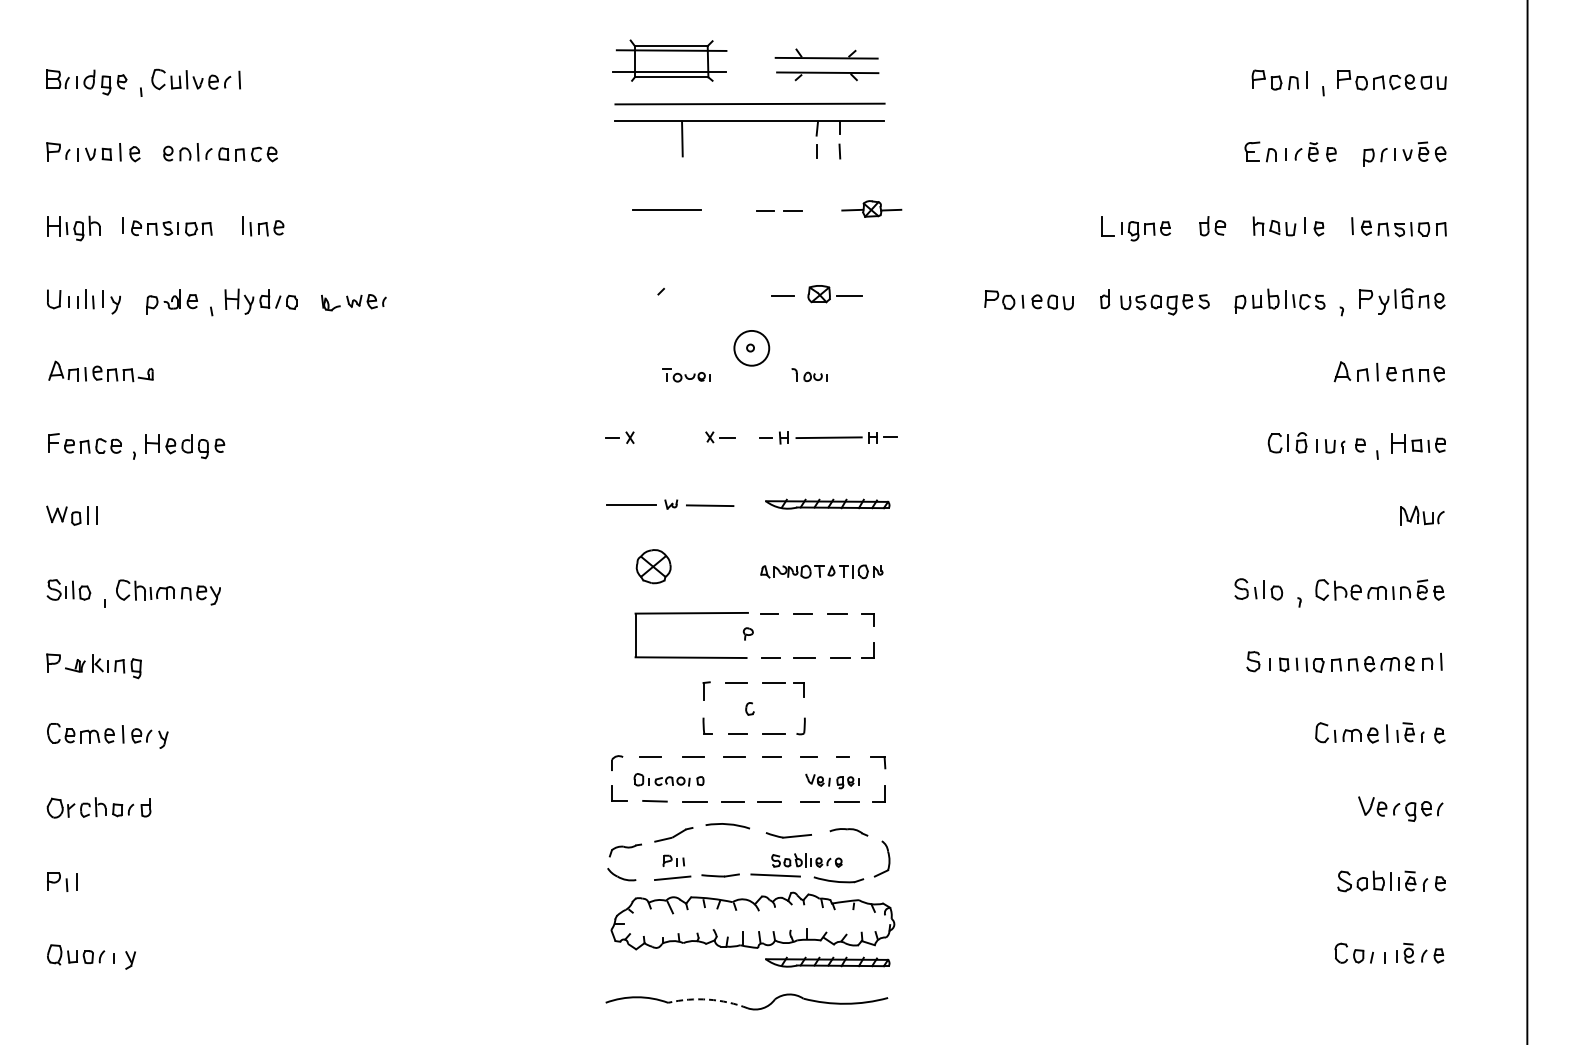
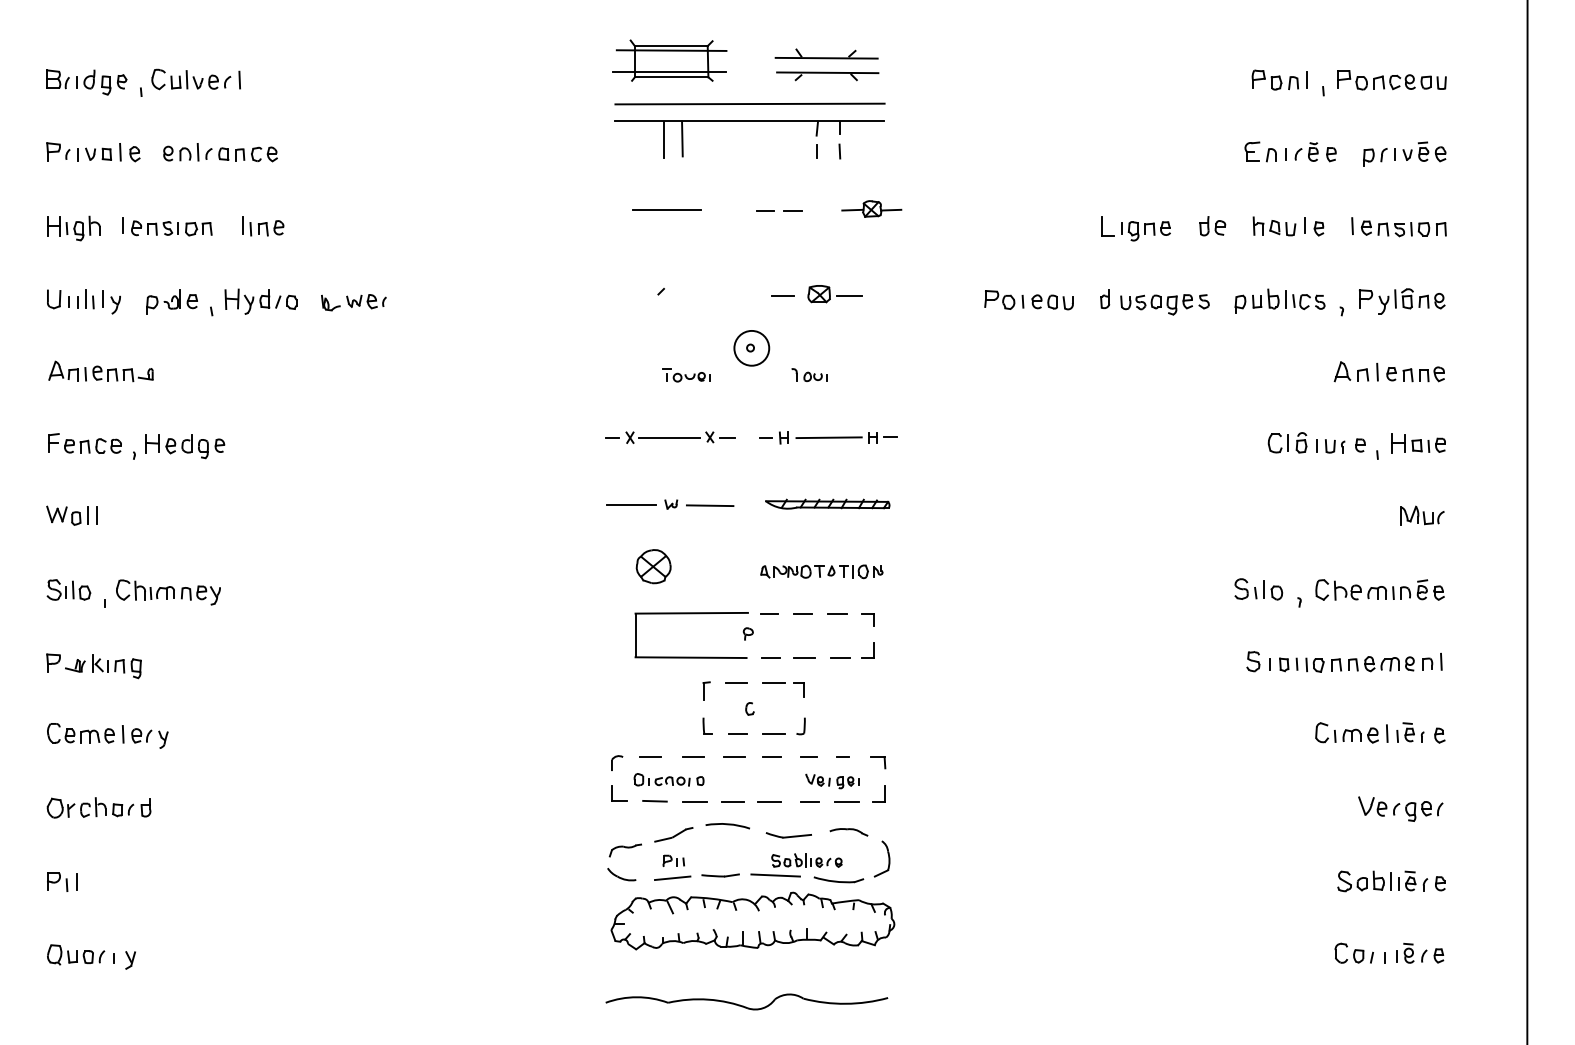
line at (664, 139): none -> present
line at (669, 438): none -> present
part at (827, 961): present -> none
arc at (708, 999): dashed -> solid
